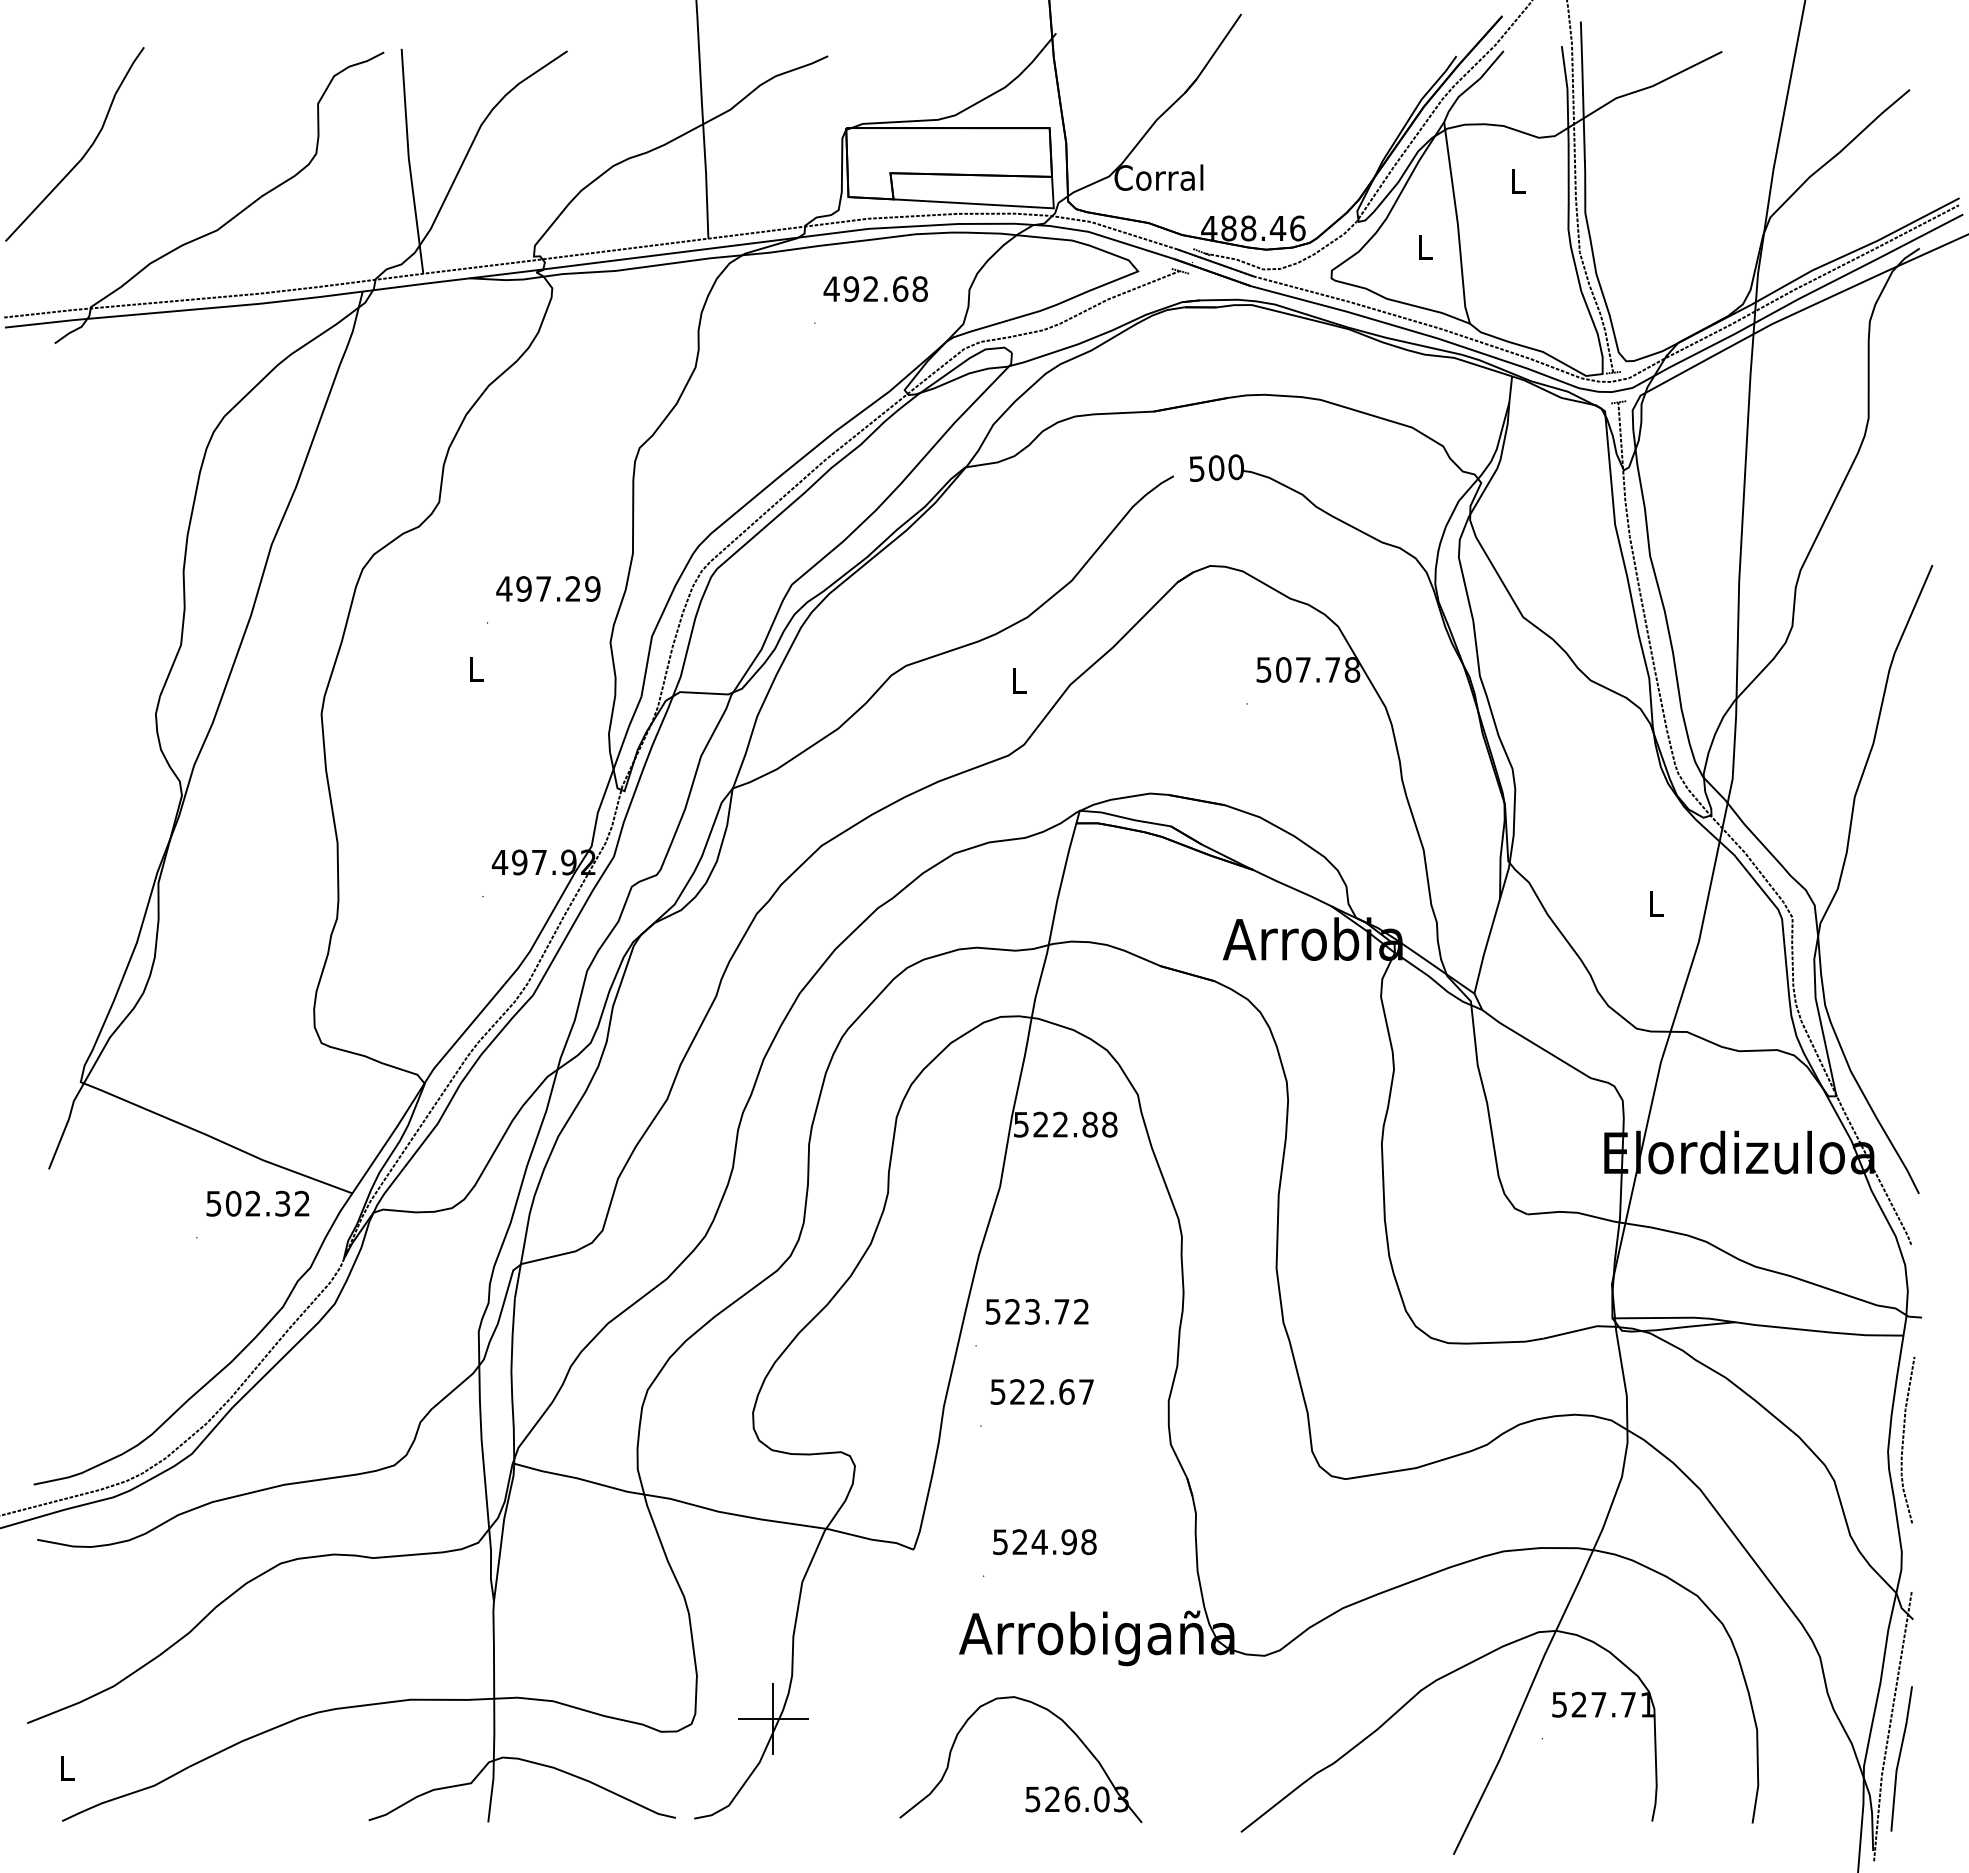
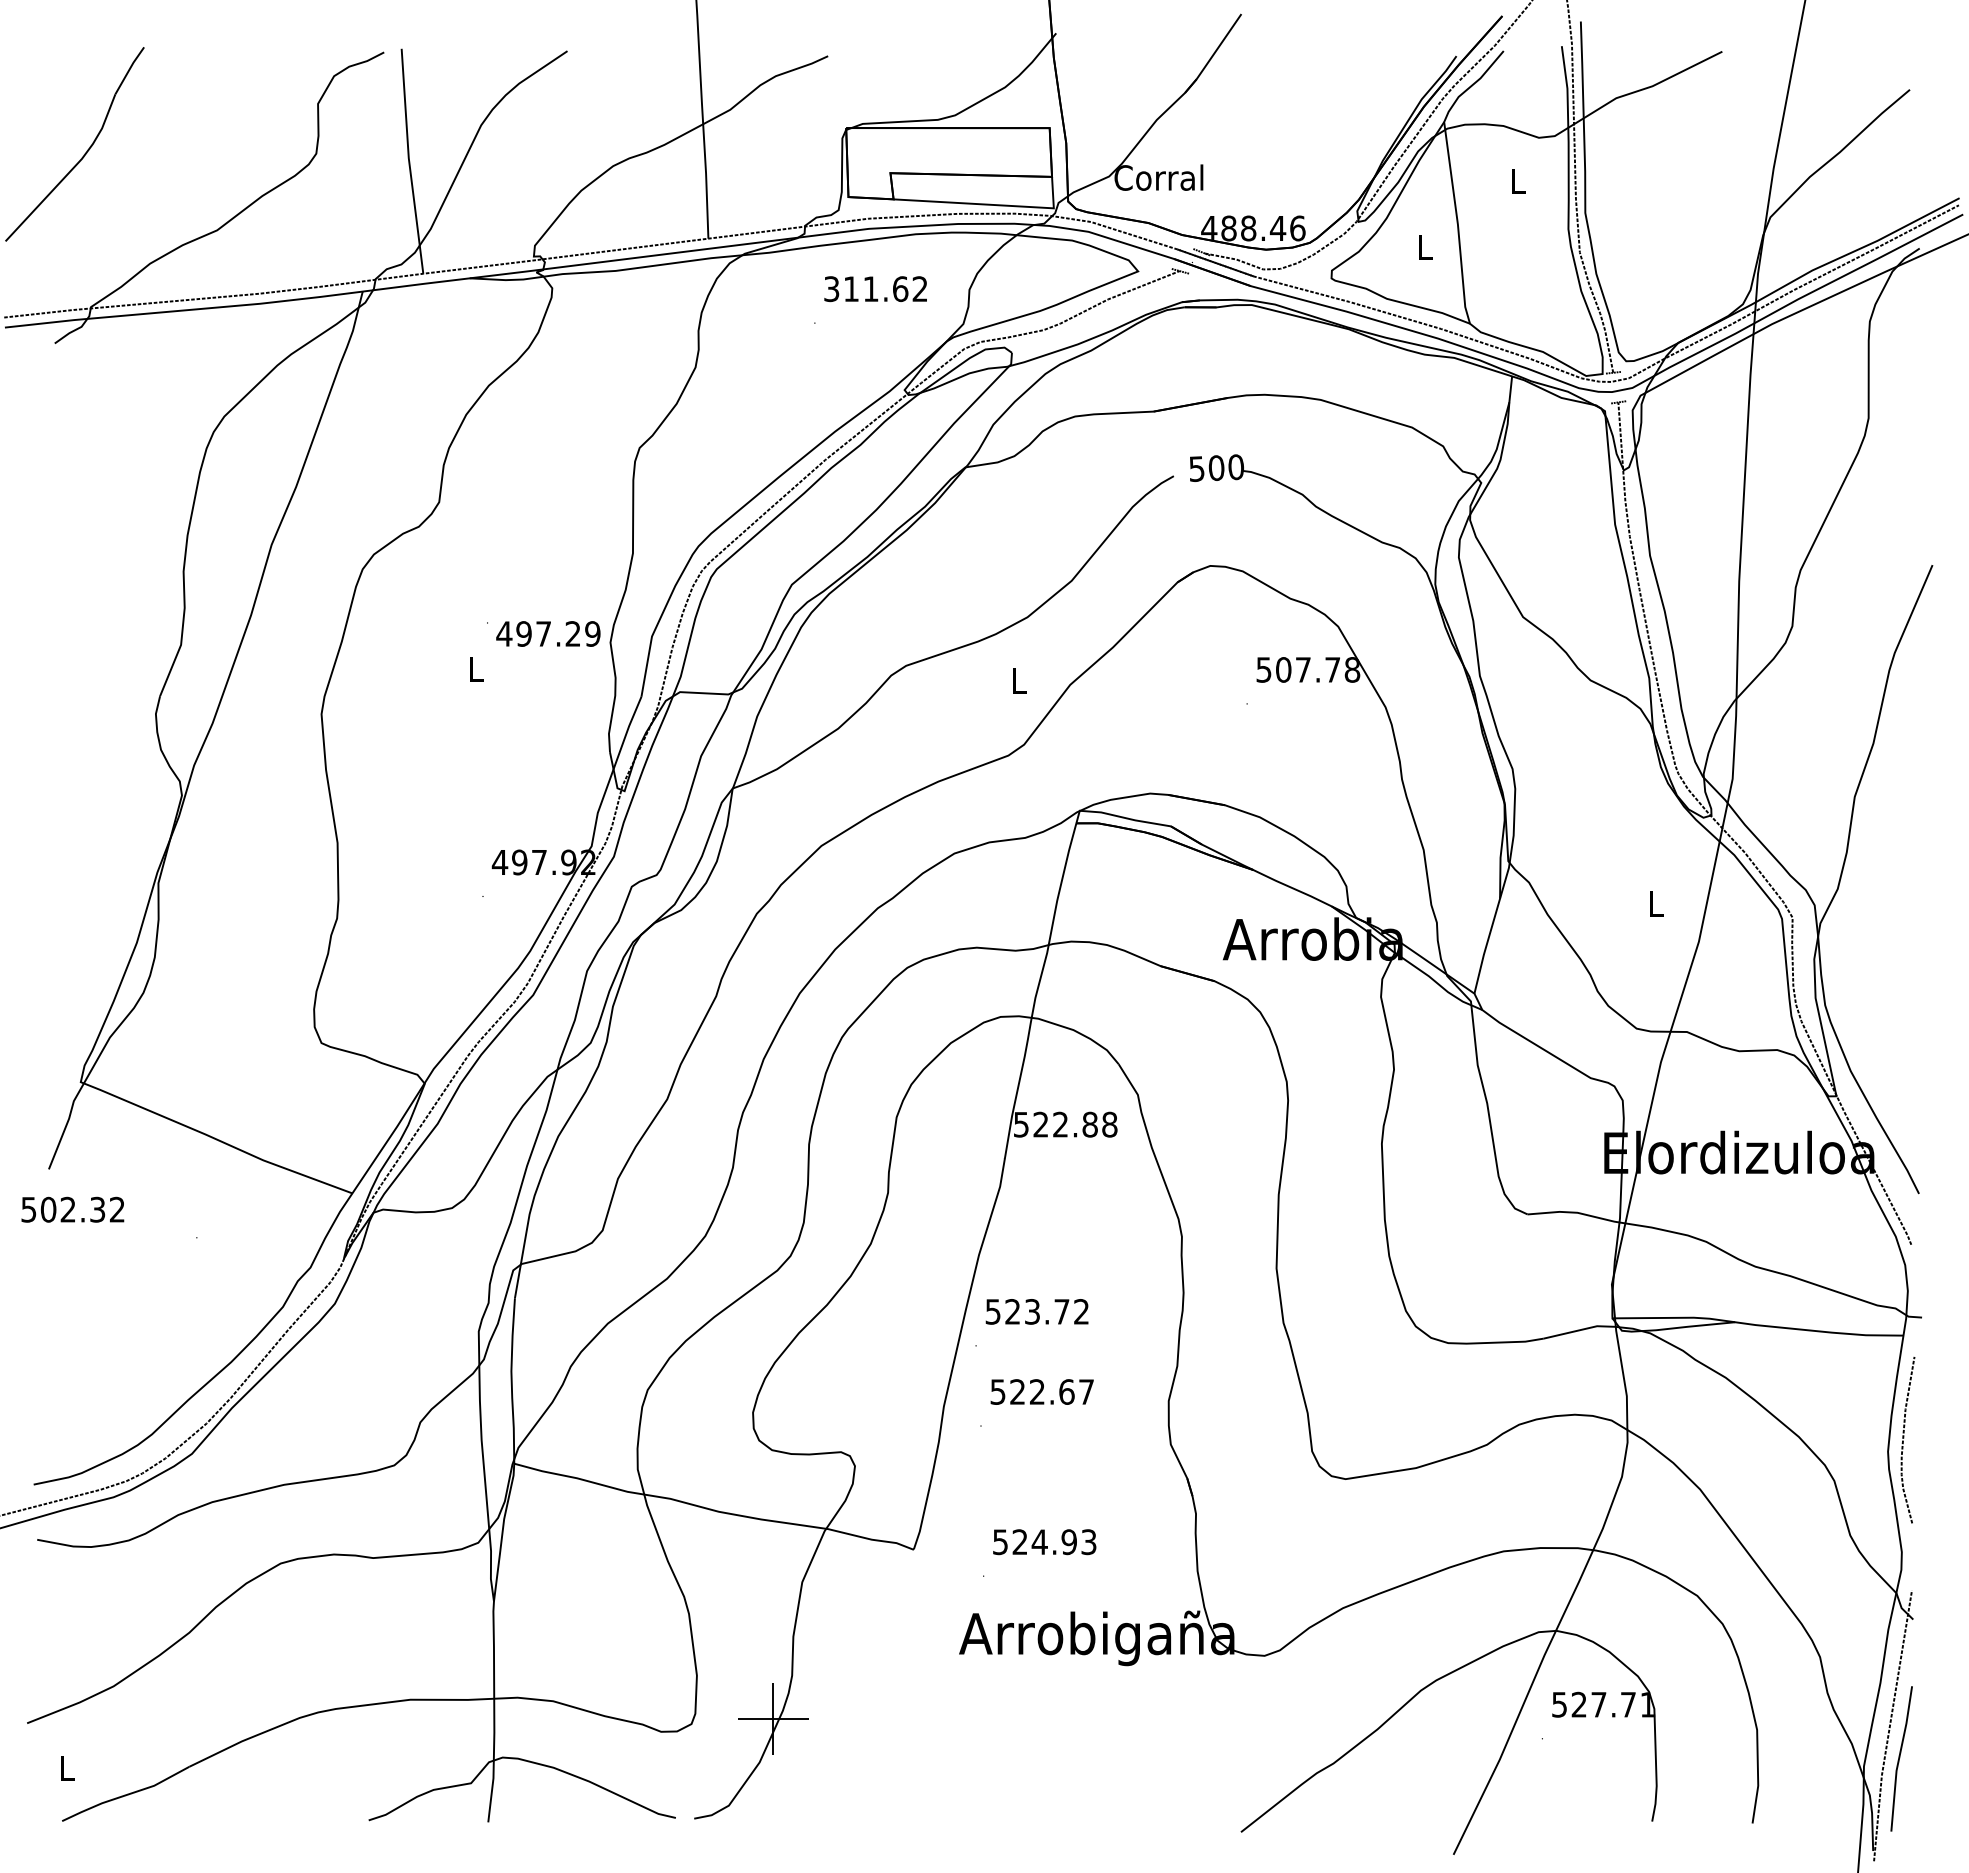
text at (875, 289): 492.68 -> 311.62
text at (548, 588) position: (548, 588) -> (548, 633)
text at (257, 1203) position: (257, 1203) -> (72, 1209)
text at (1088, 1542): 524.98 -> 524.93
part at (1026, 1787): present -> none
